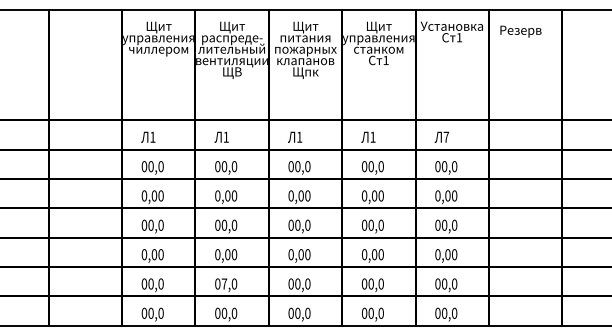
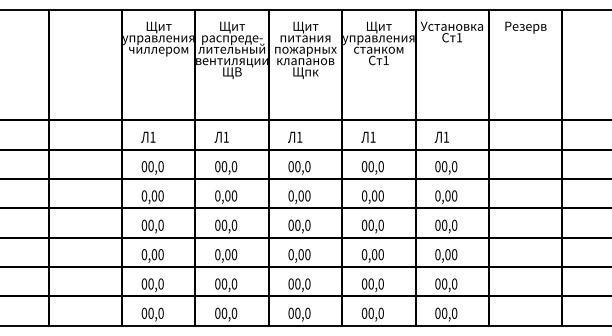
text at (520, 31) position: (520, 31) -> (525, 27)
text at (446, 136): 7 -> 1
text at (224, 283): 07,0 -> 00,0
